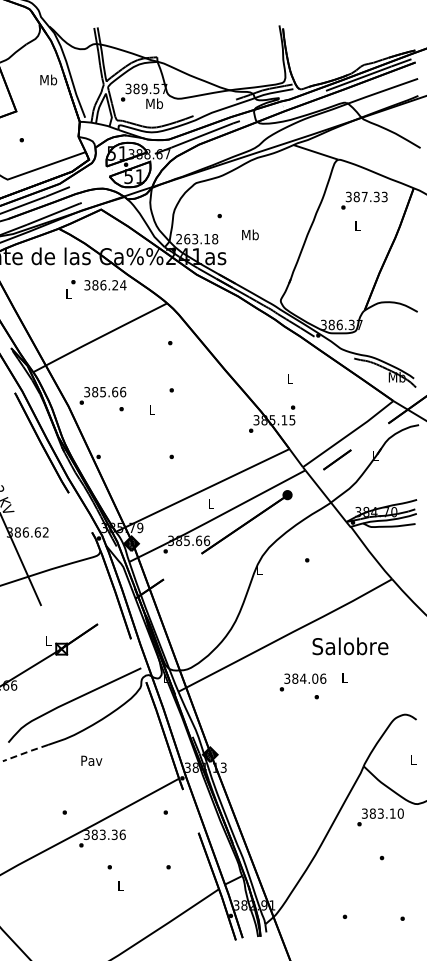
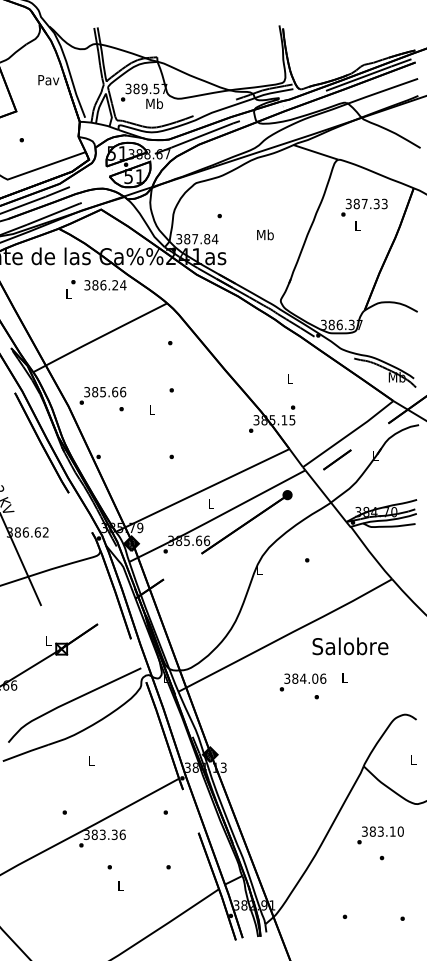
text at (48, 79): Mb -> Pav
text at (364, 200) position: (364, 200) -> (364, 207)
text at (250, 234) position: (250, 234) -> (265, 234)
text at (197, 239): 263.18 -> 387.84
line at (24, 753): dashed -> solid
text at (91, 760): Pav -> L
text at (380, 817) position: (380, 817) -> (380, 835)
